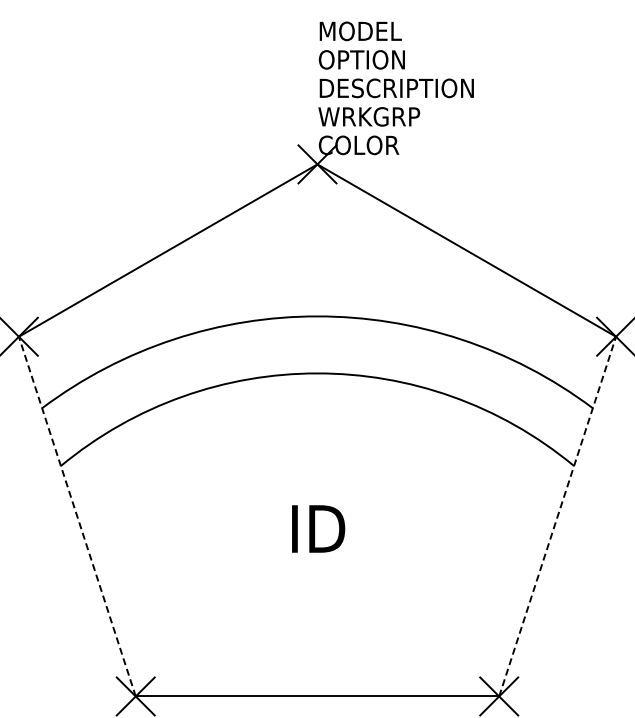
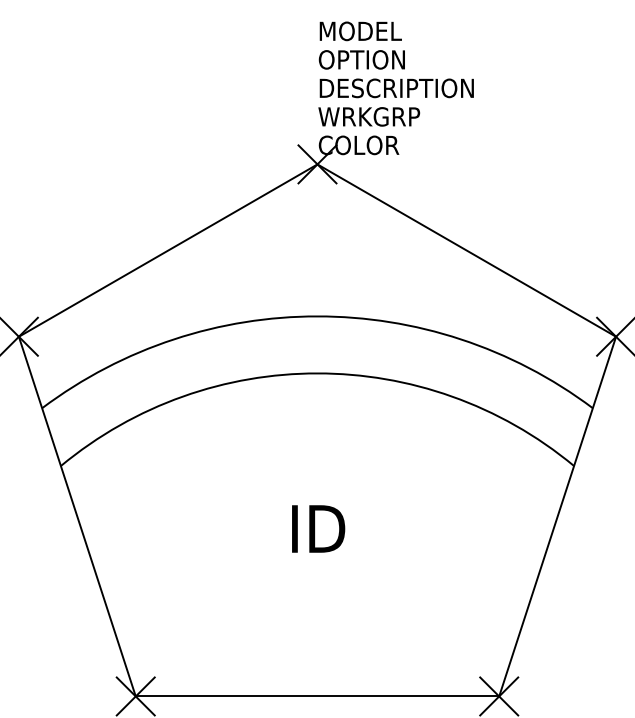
line at (77, 516): dashed -> solid
line at (557, 516): dashed -> solid
